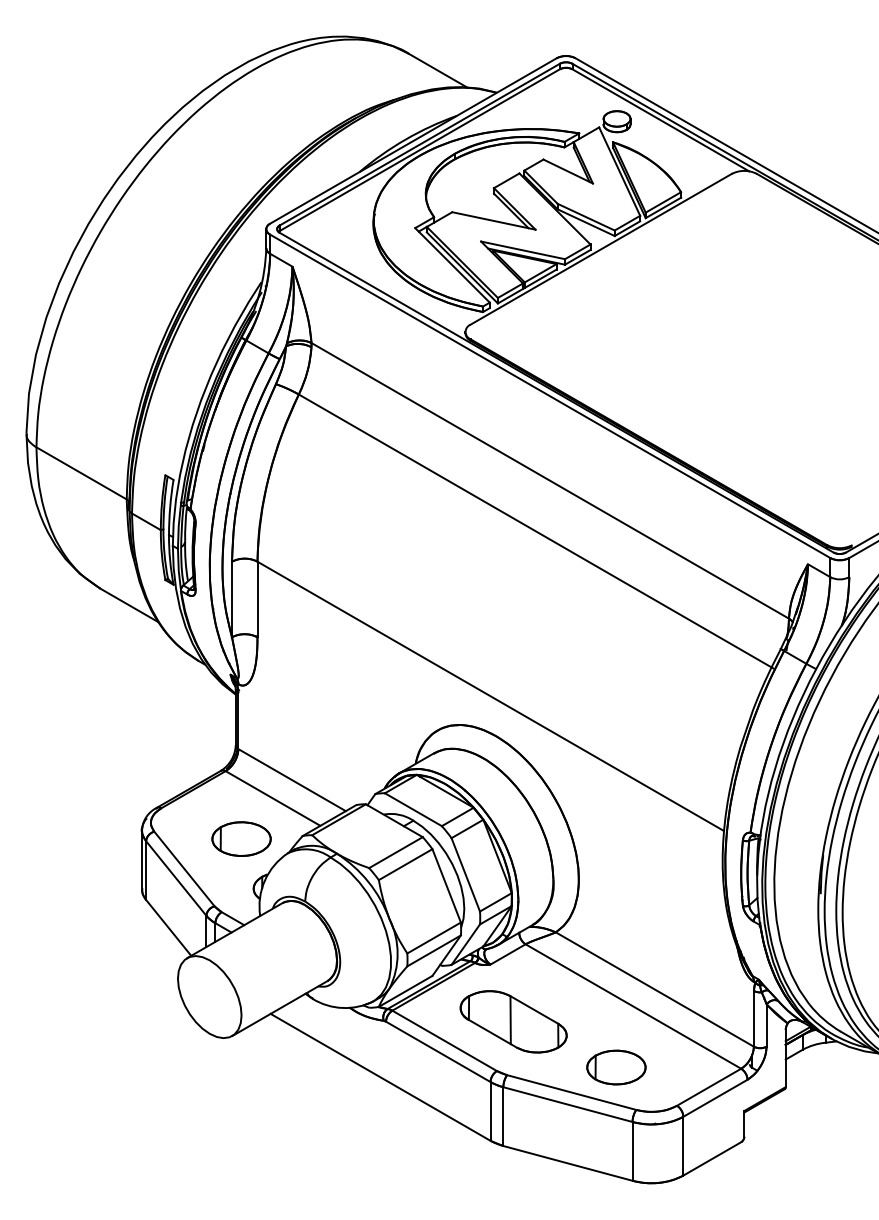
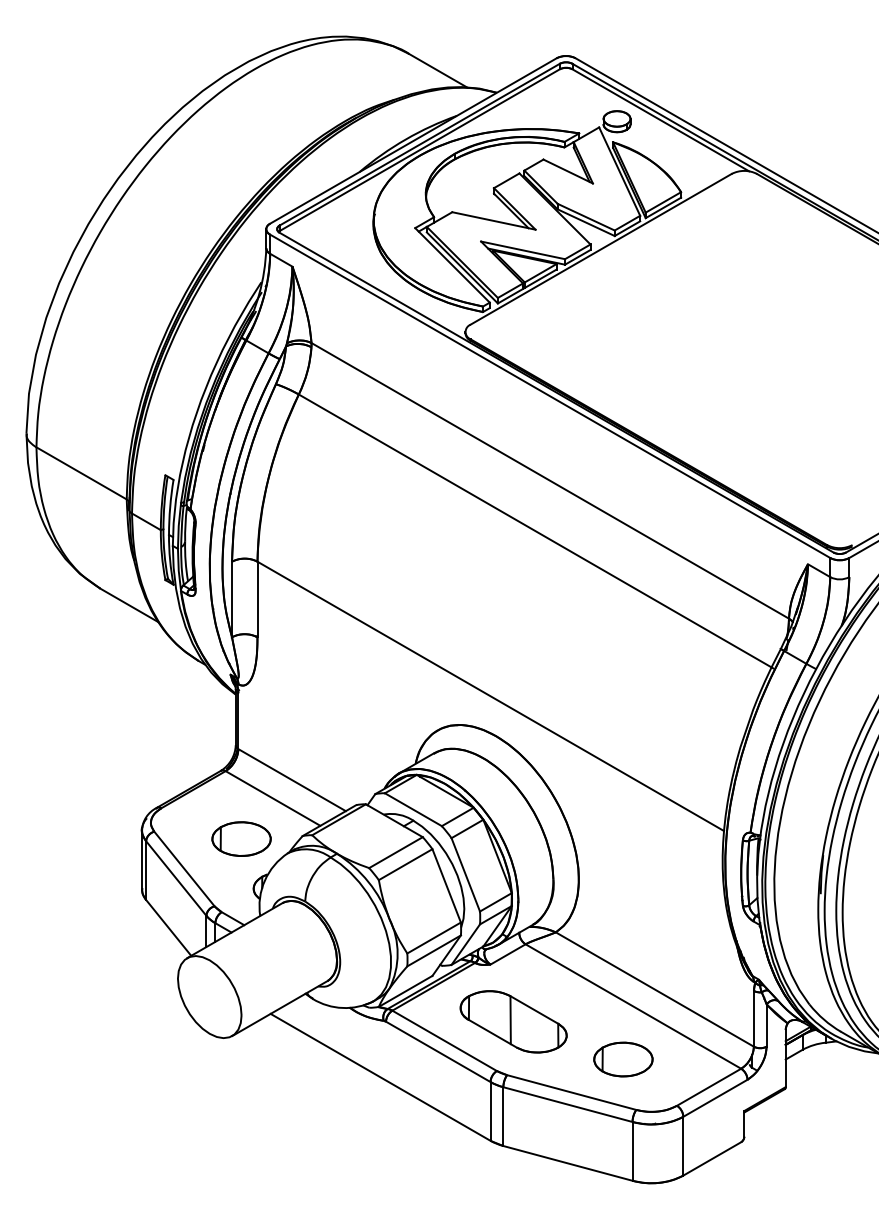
part at (616, 1067) position: (616, 1067) -> (623, 1059)
